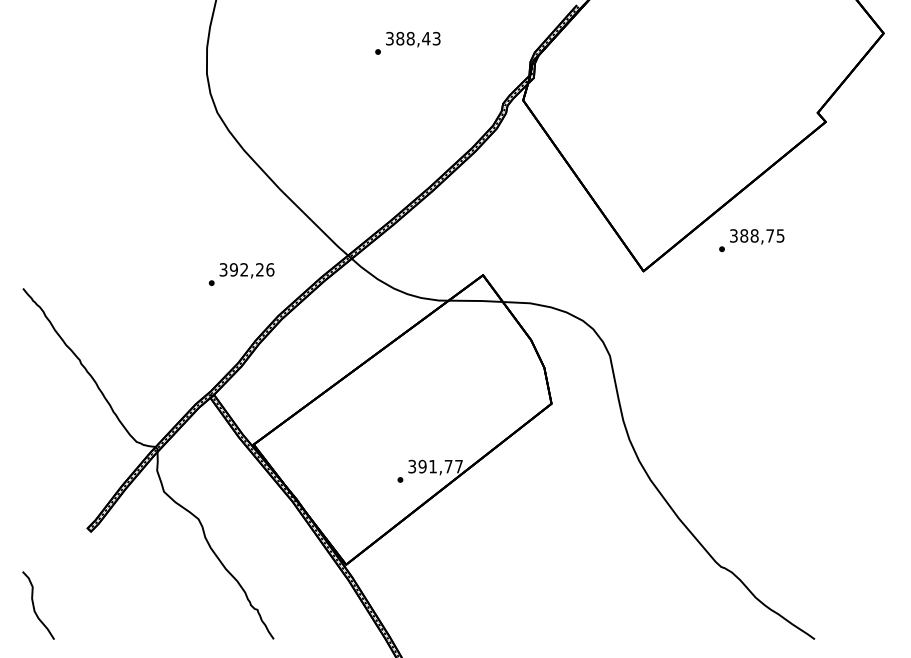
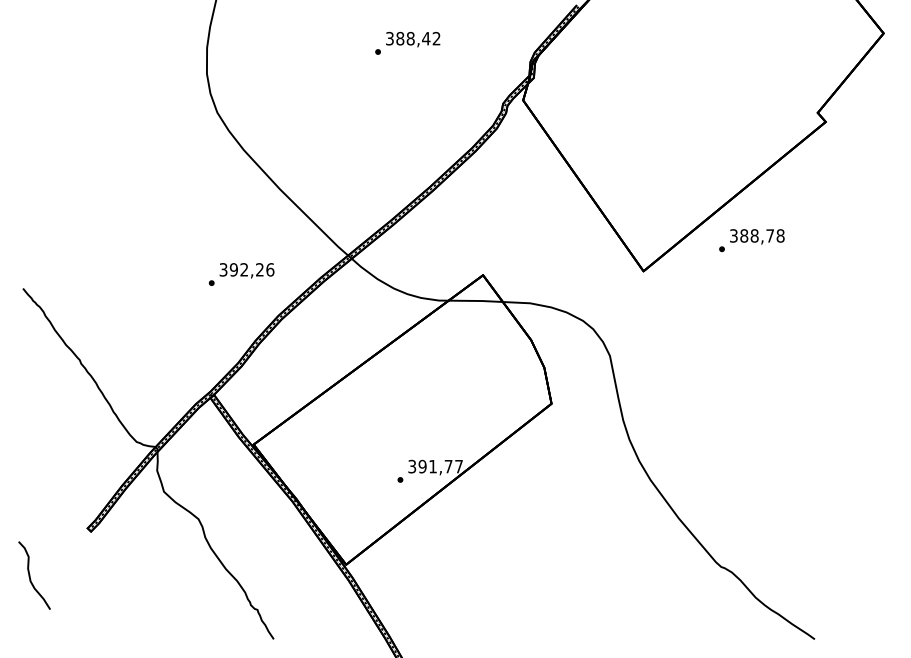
text at (436, 38): 388,43 -> 388,42
text at (780, 235): 388,75 -> 388,78
curve at (34, 605) position: (34, 605) -> (30, 575)
